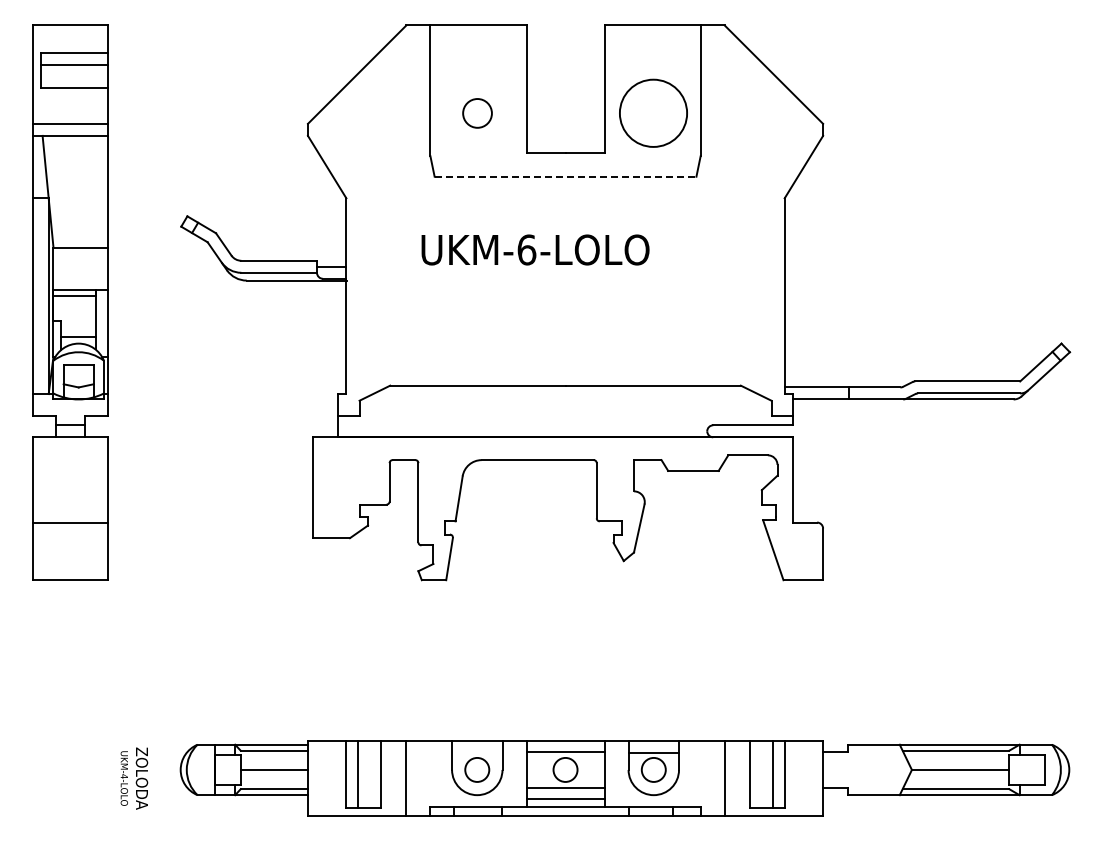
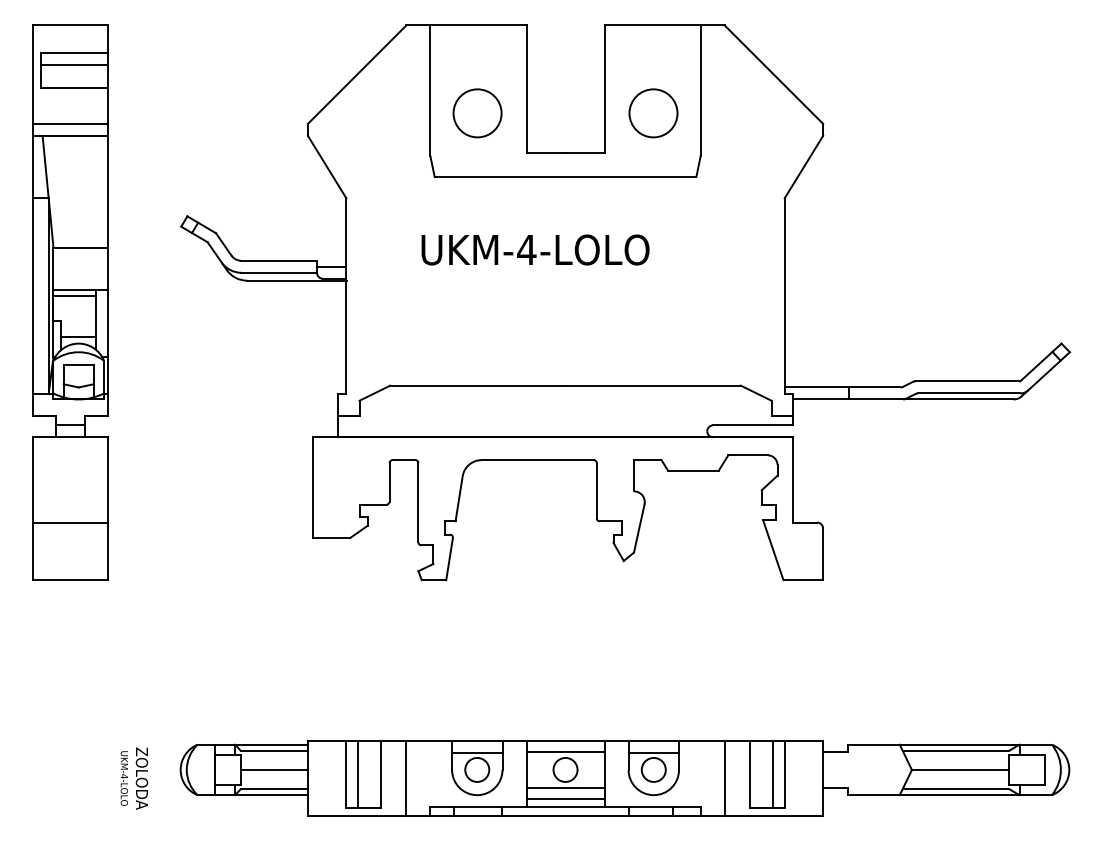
circle at (653, 112) size: 69x70 px -> 51x51 px
circle at (477, 113) size: 31x31 px -> 51x51 px
line at (565, 176): dashed -> solid
text at (526, 249): UKM-6-LOLO -> UKM-4-LOLO
line at (477, 753): none -> present
